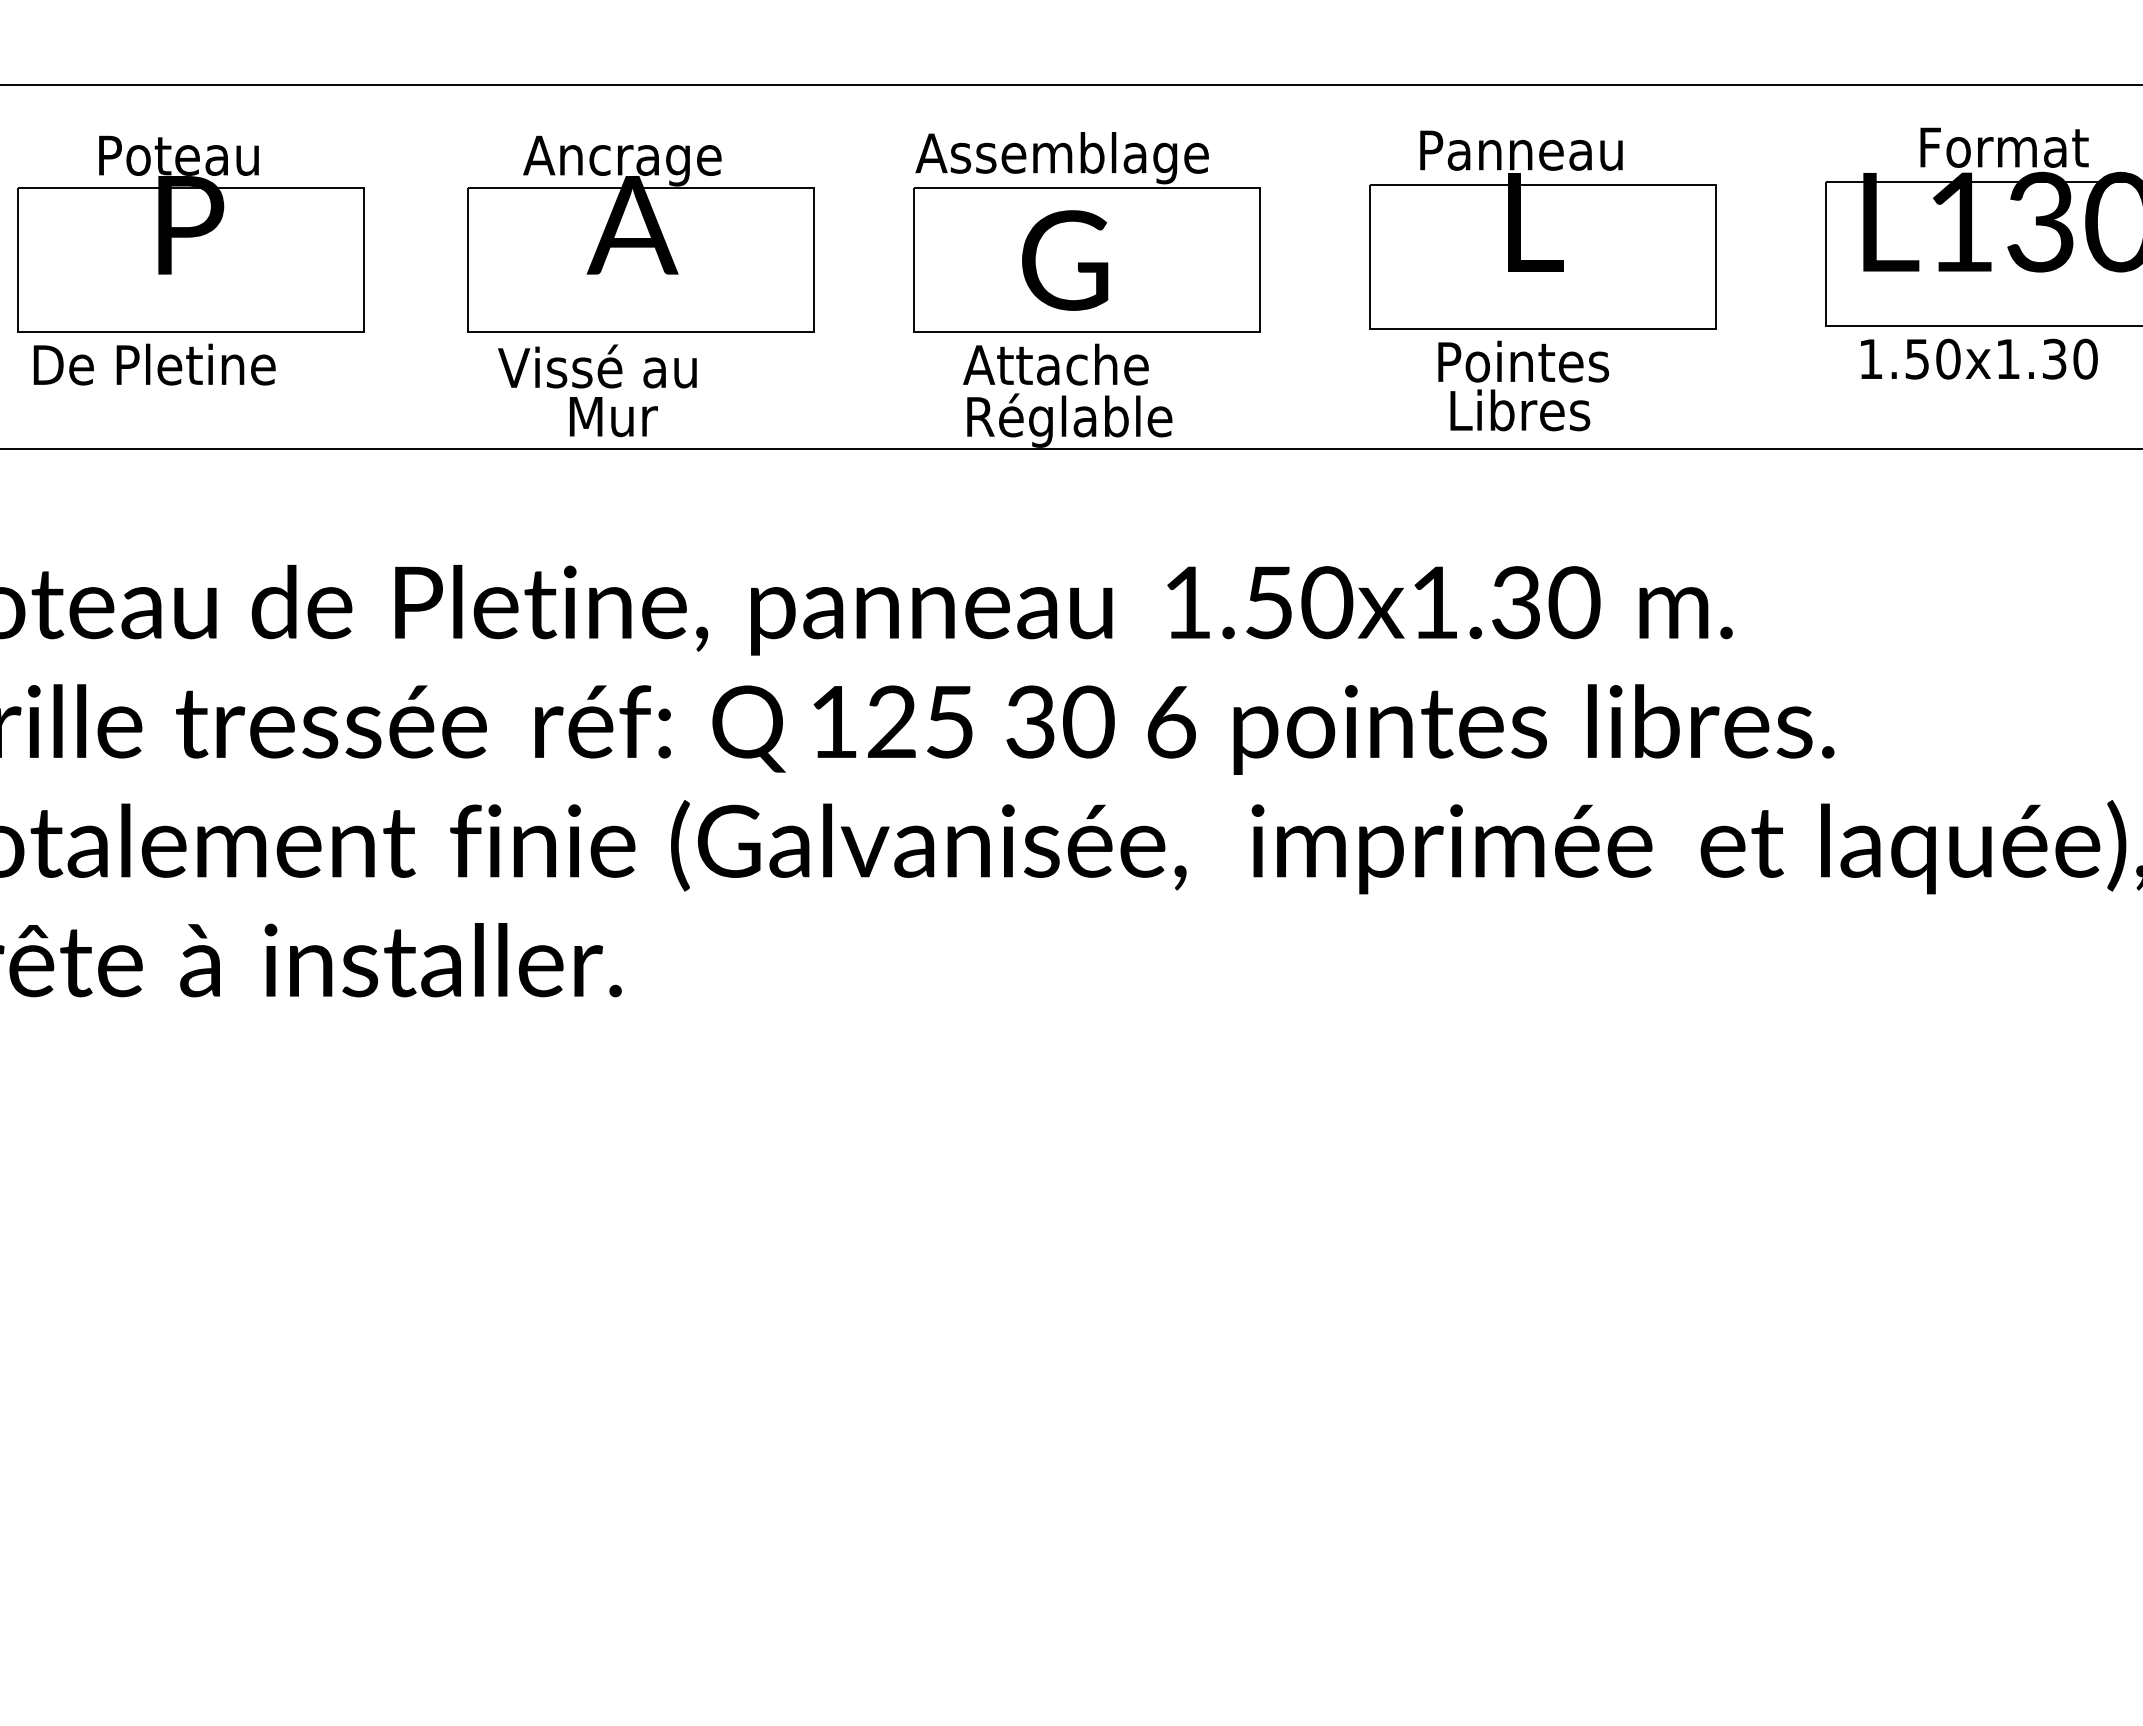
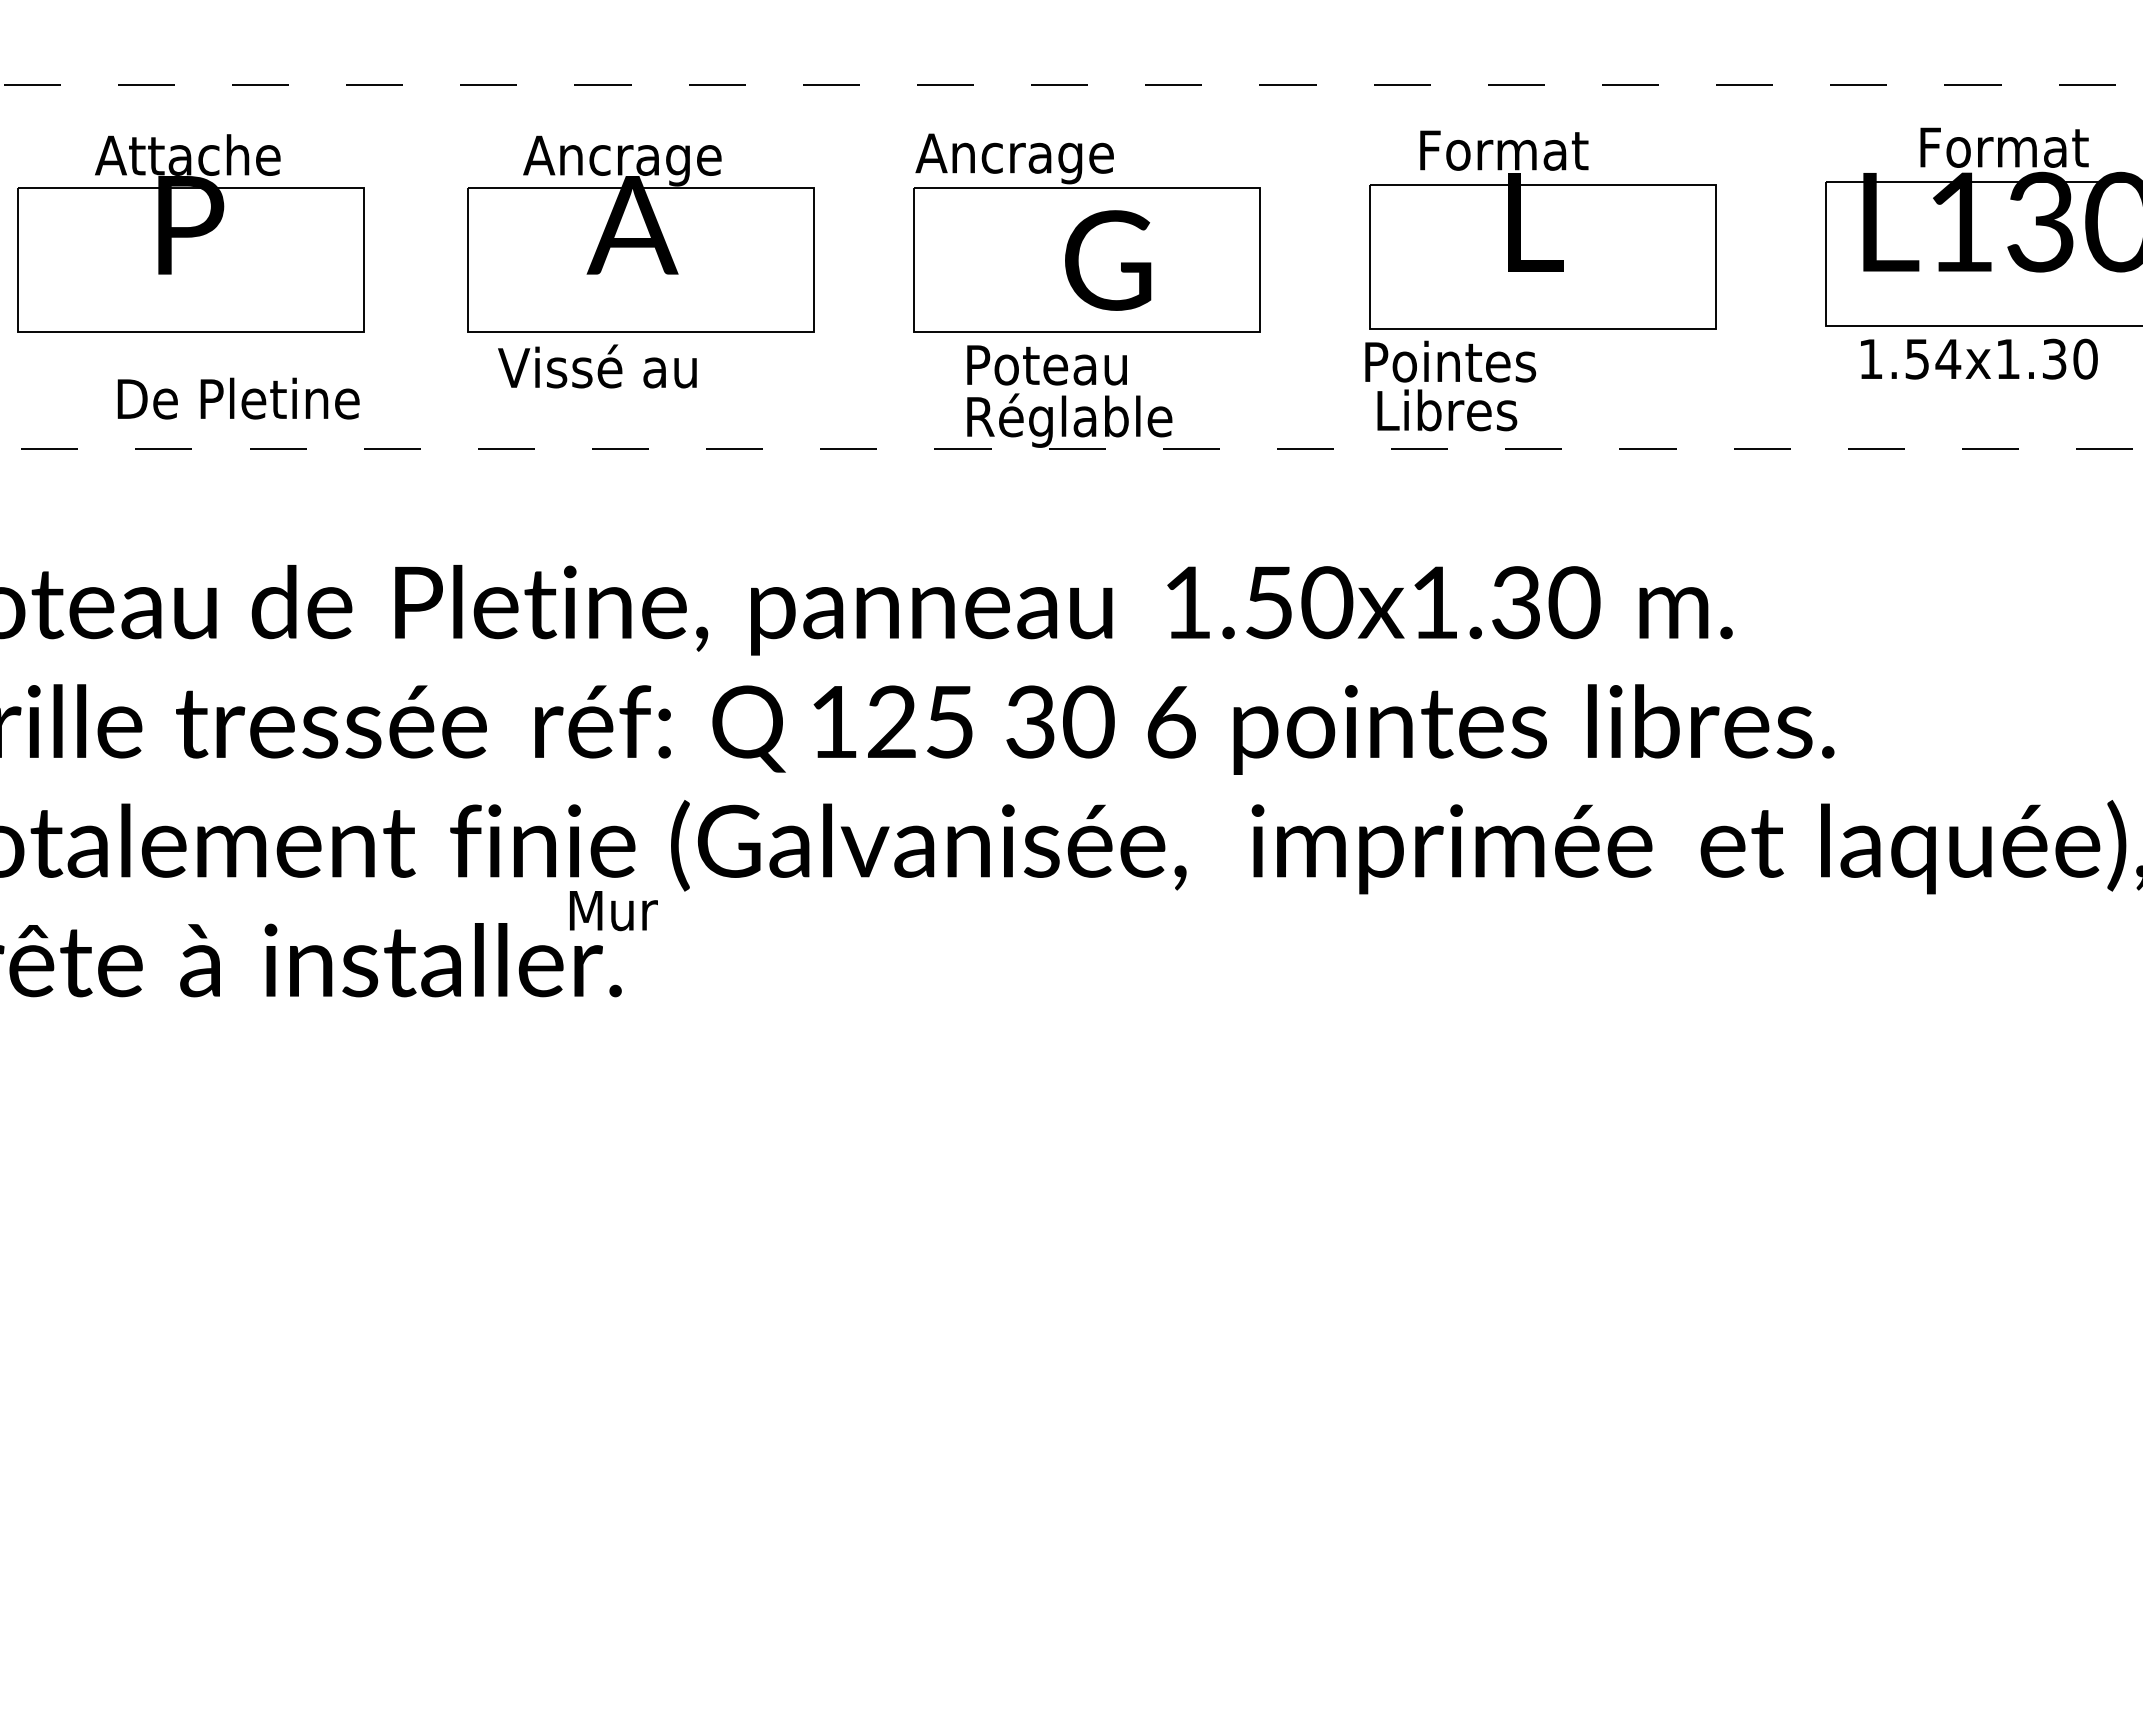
line at (1071, 85): solid -> dashed
text at (1523, 150): Panneau -> Format
text at (187, 154): Poteau -> Attache
text at (1079, 158): Assemblage -> Ancrage
text at (1065, 260) position: (1065, 260) -> (1108, 260)
text at (1948, 358): 1.50x1.30 -> 1.54x1.30
text at (154, 364) position: (154, 364) -> (238, 398)
text at (1055, 364): Attache -> Poteau
text at (1523, 385) position: (1523, 385) -> (1450, 385)
text at (613, 417) position: (613, 417) -> (613, 911)
line at (1071, 448): solid -> dashed
